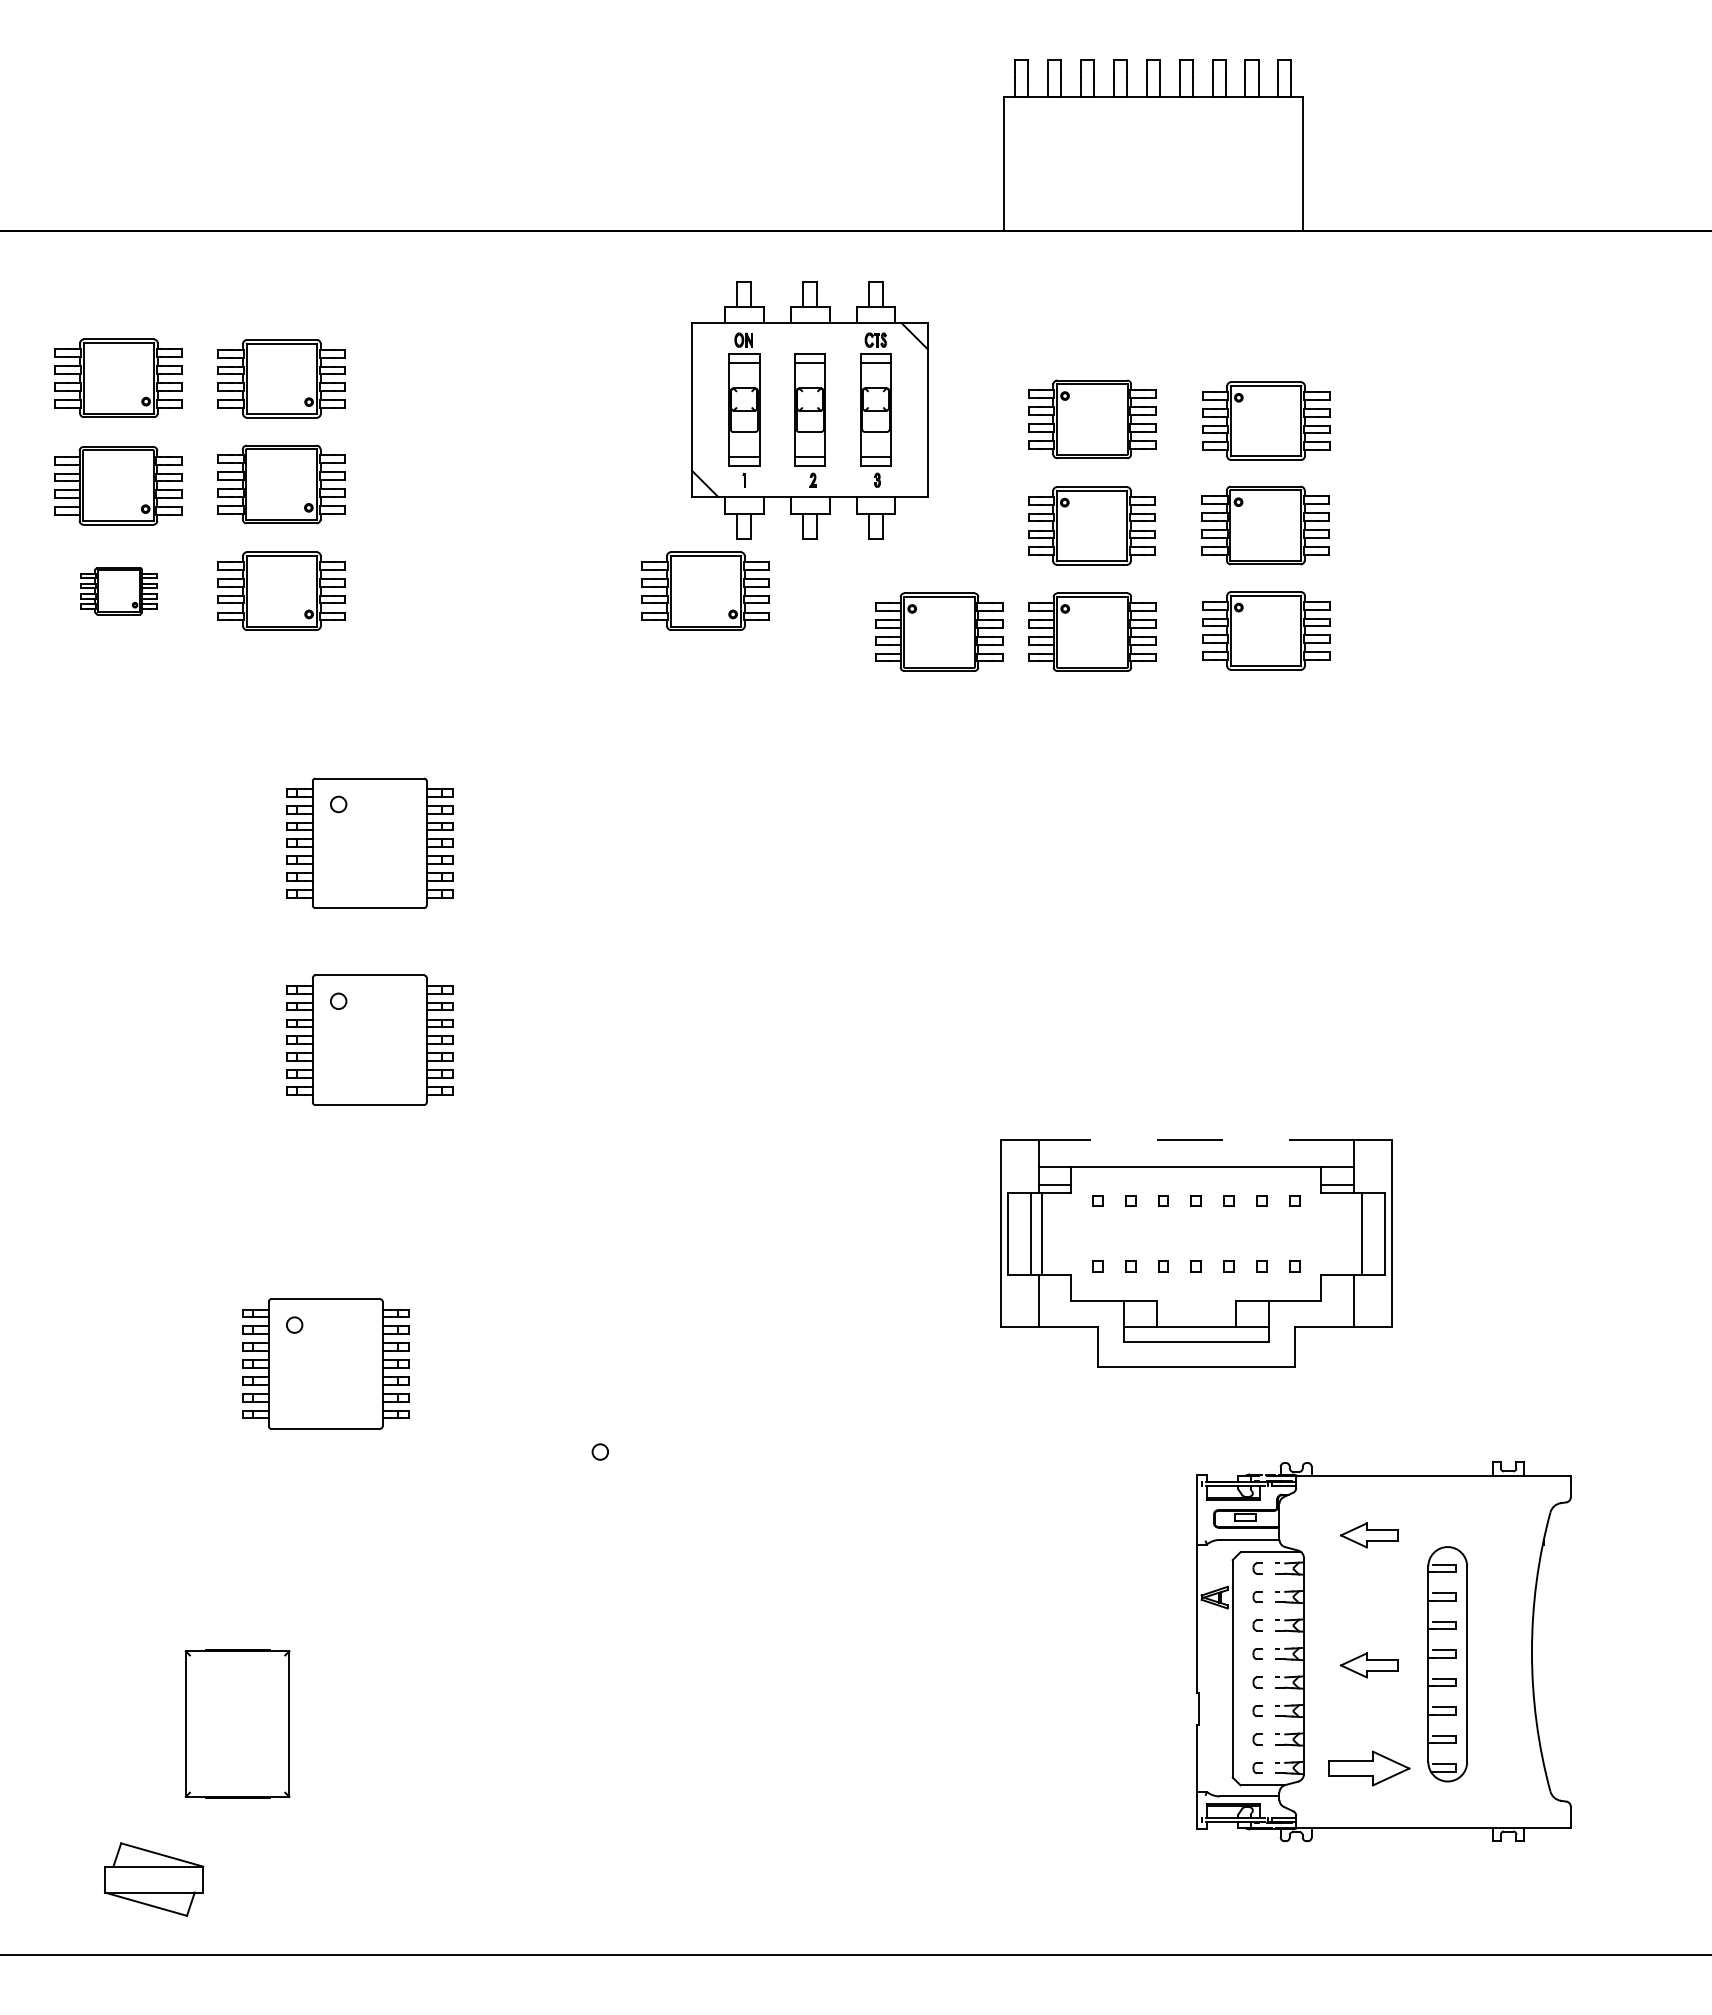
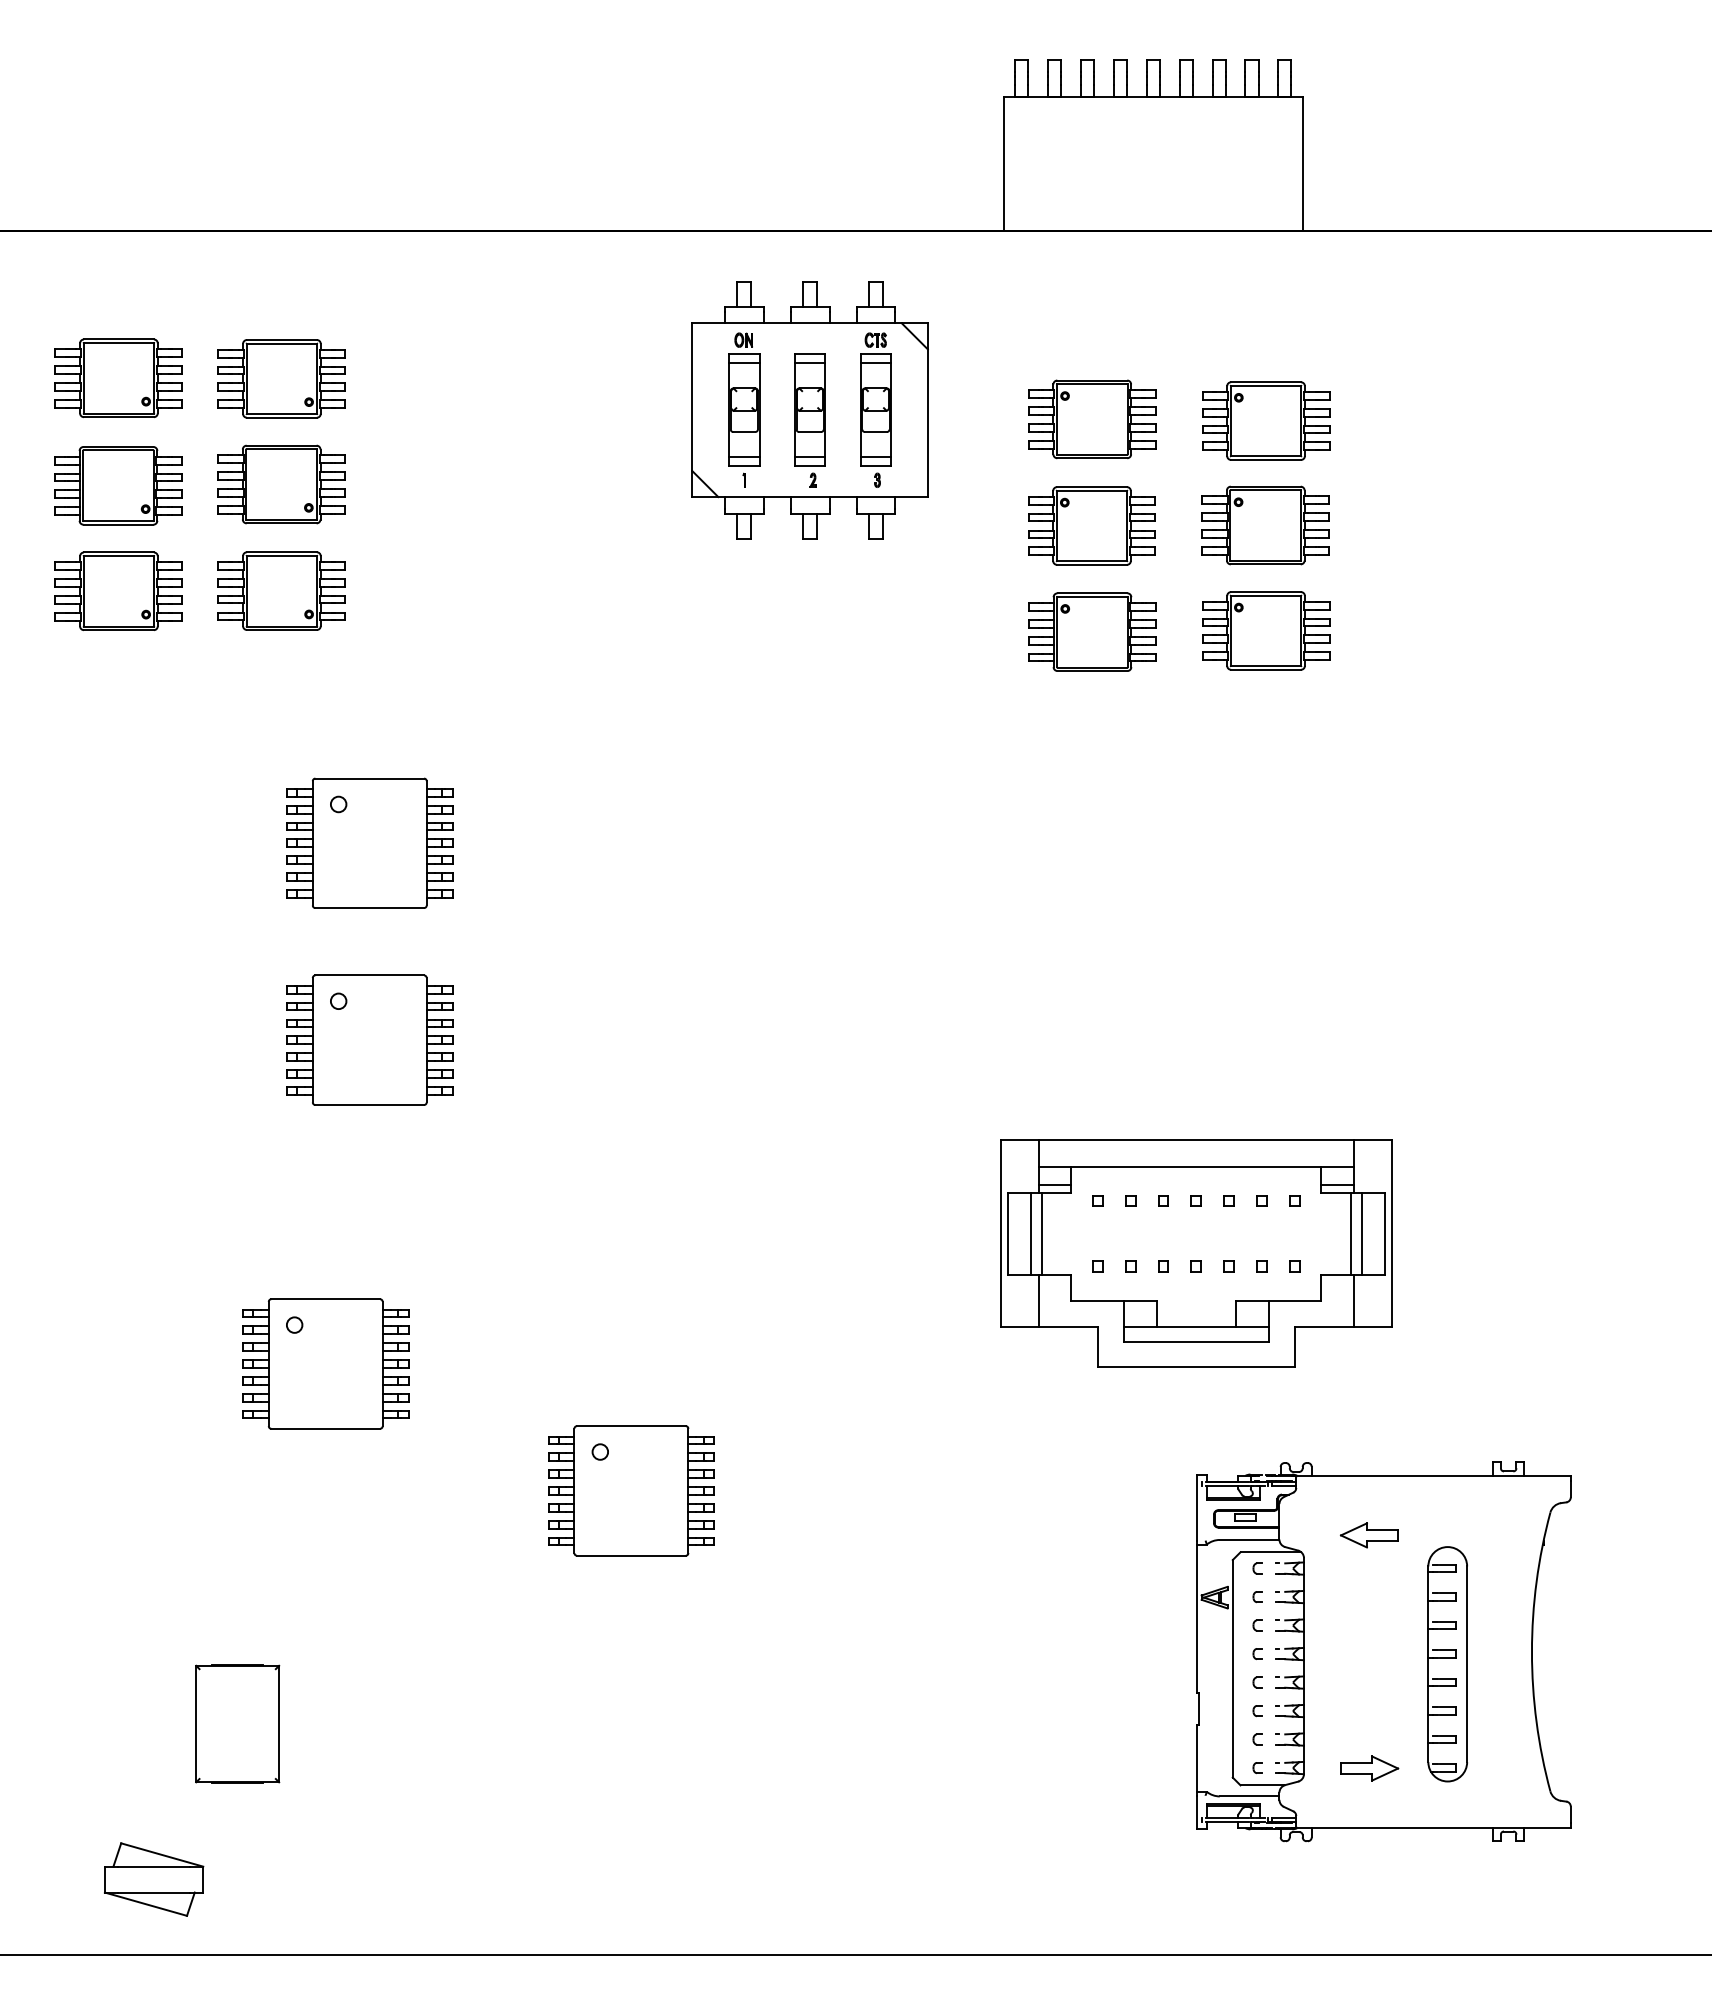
part at (705, 590): present -> none
part at (118, 591) size: 78x49 px -> 129x80 px
part at (939, 631): present -> none
line at (1196, 1140): dashed -> solid
line at (1350, 1233): none -> present
part at (631, 1490): none -> present
part at (1368, 1665): present -> none
part at (237, 1723) size: 107x150 px -> 86x120 px
part at (1369, 1768) size: 83x37 px -> 60x27 px
